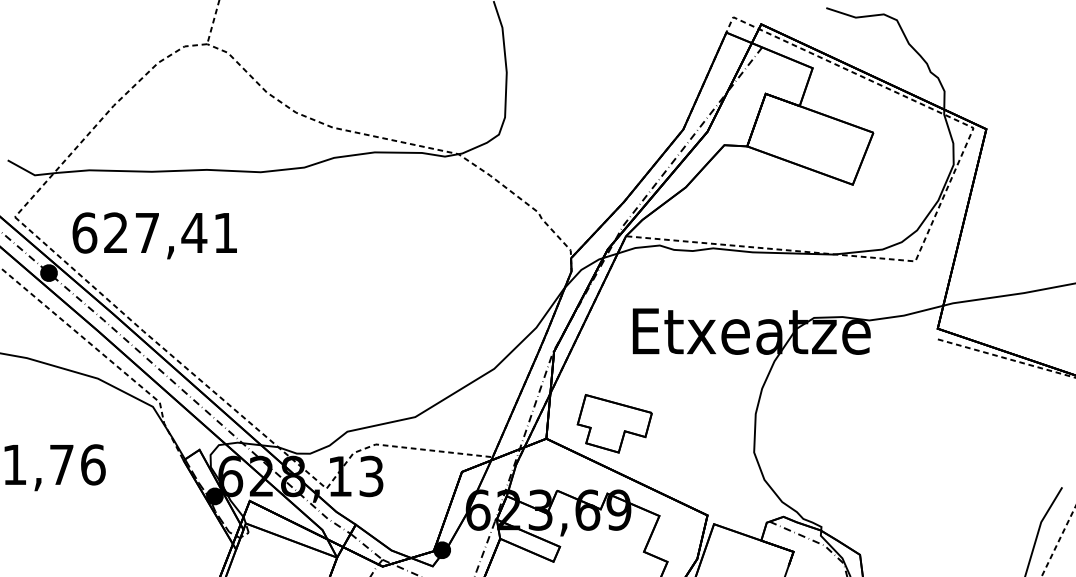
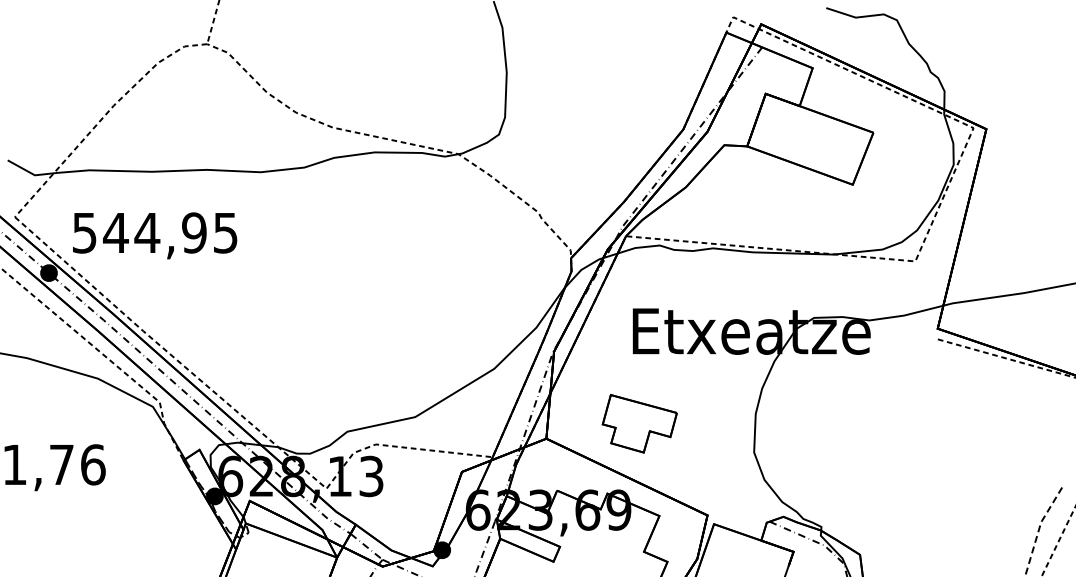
text at (154, 232): 627,41 -> 544,95
part at (614, 423) position: (614, 423) -> (639, 423)
line at (1039, 528): solid -> dashed
